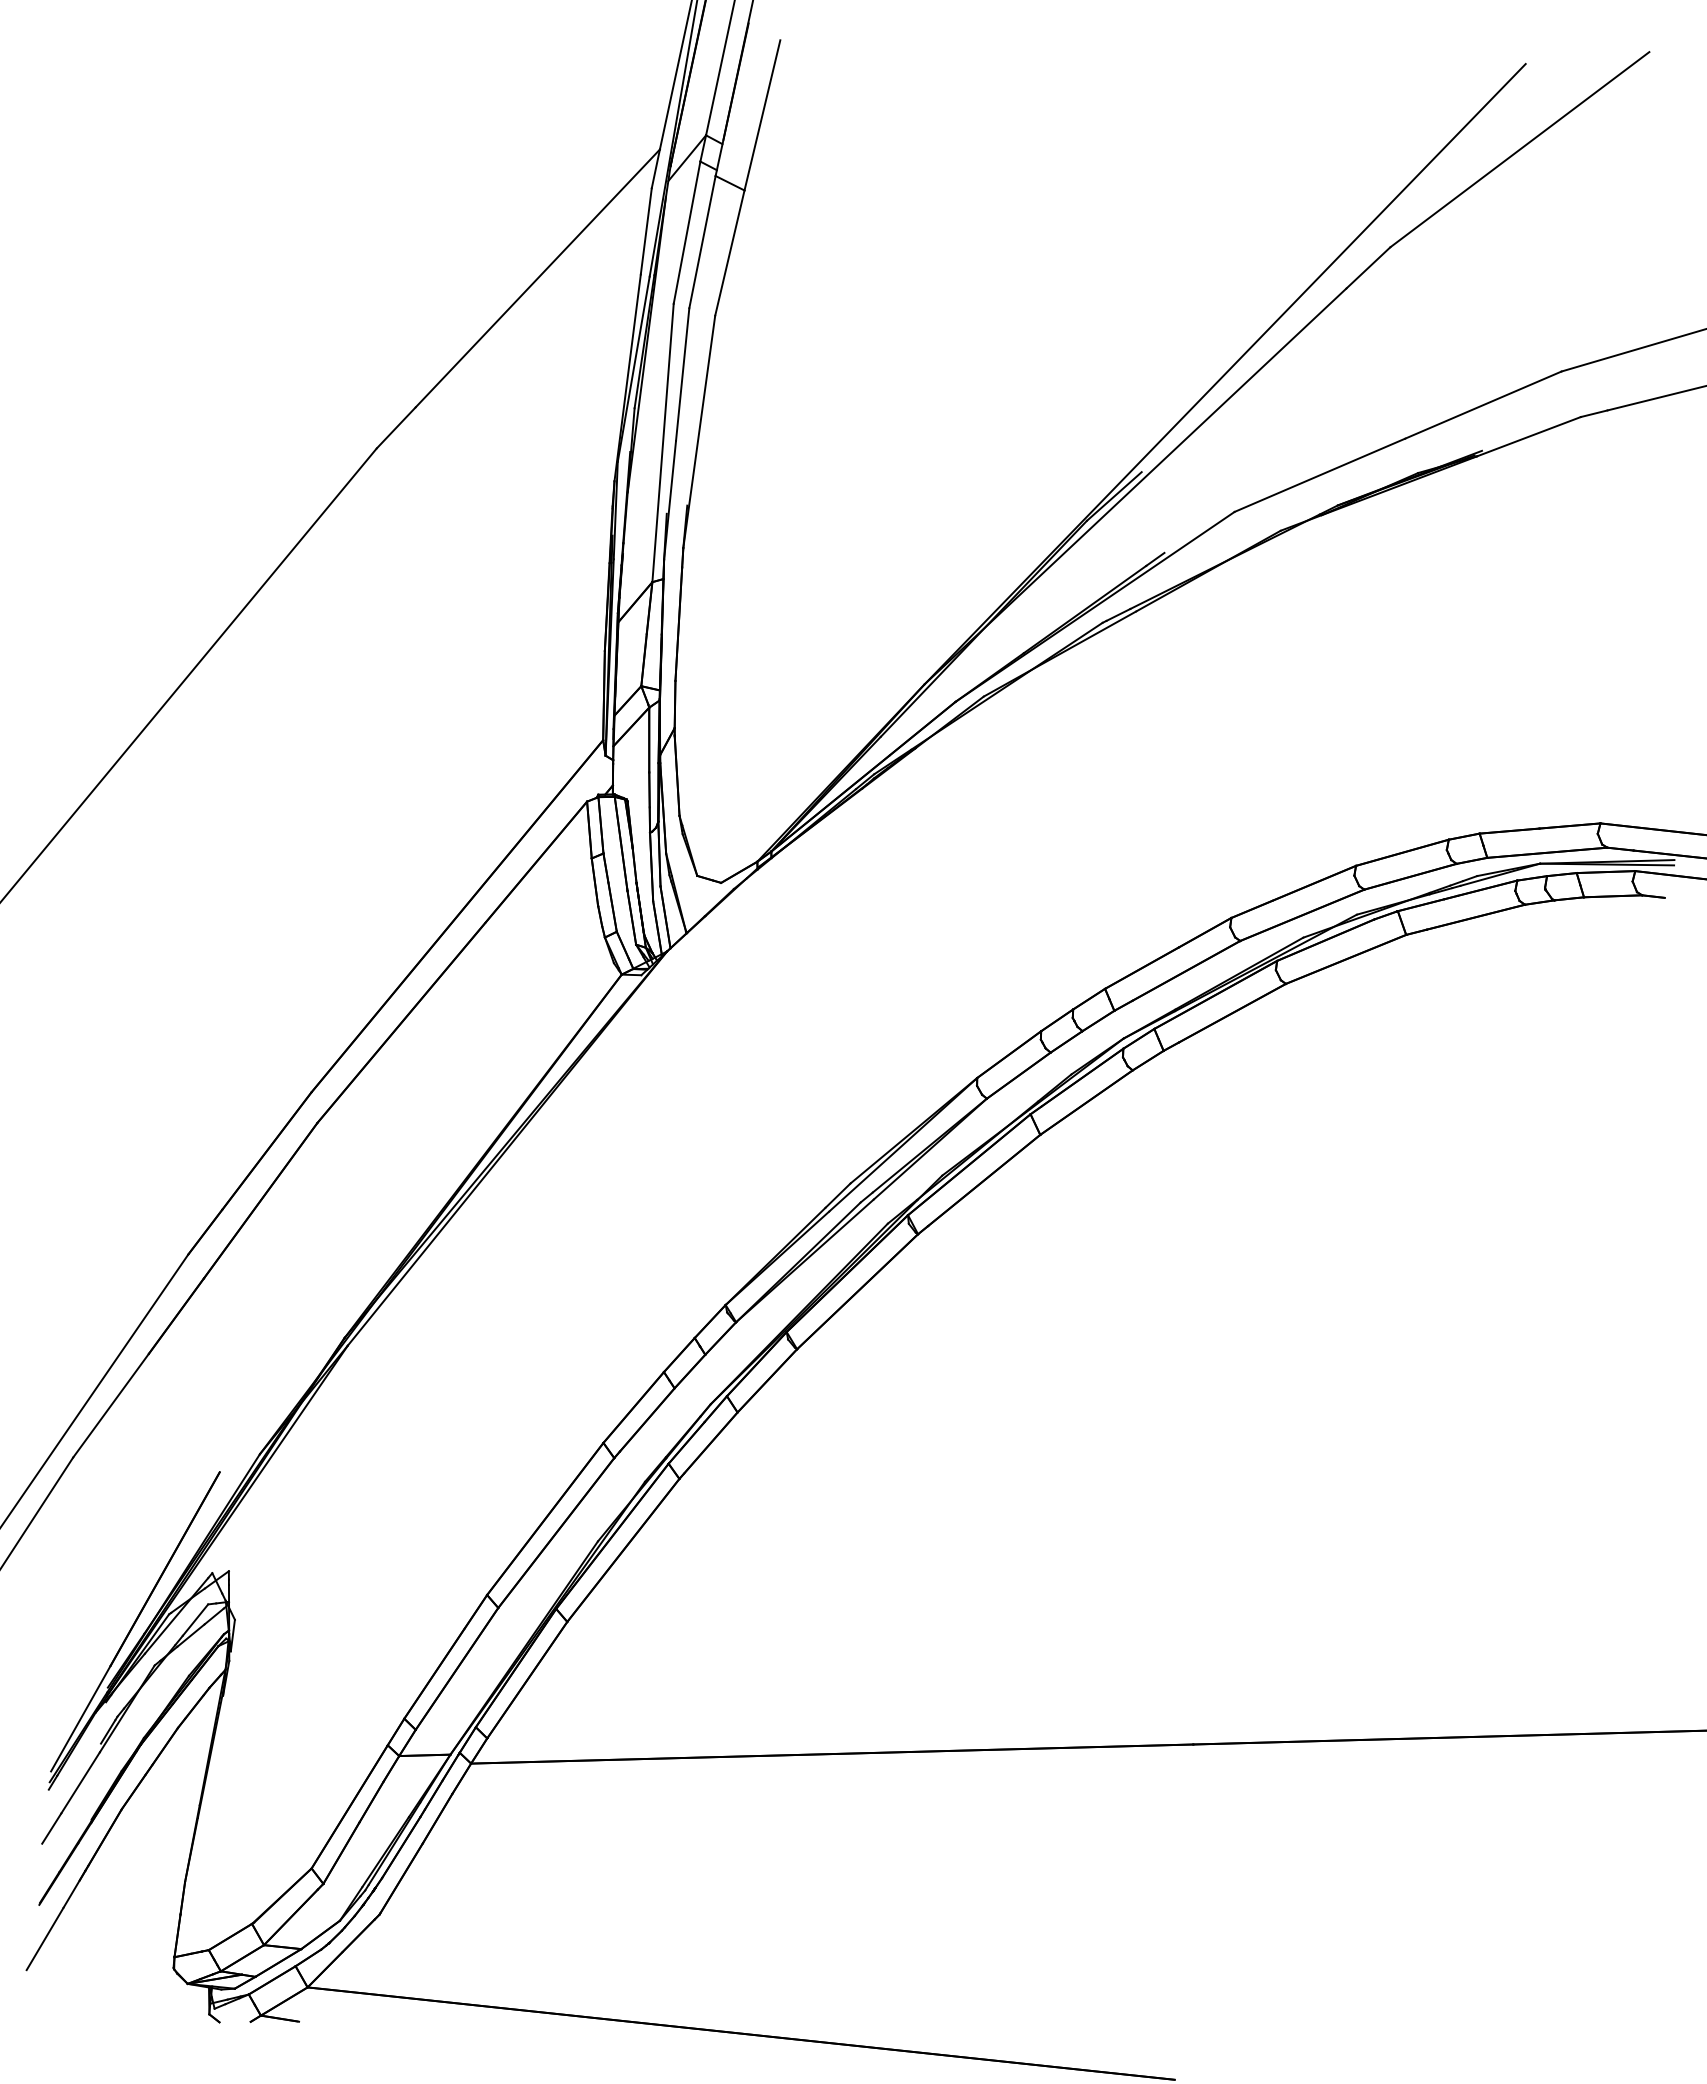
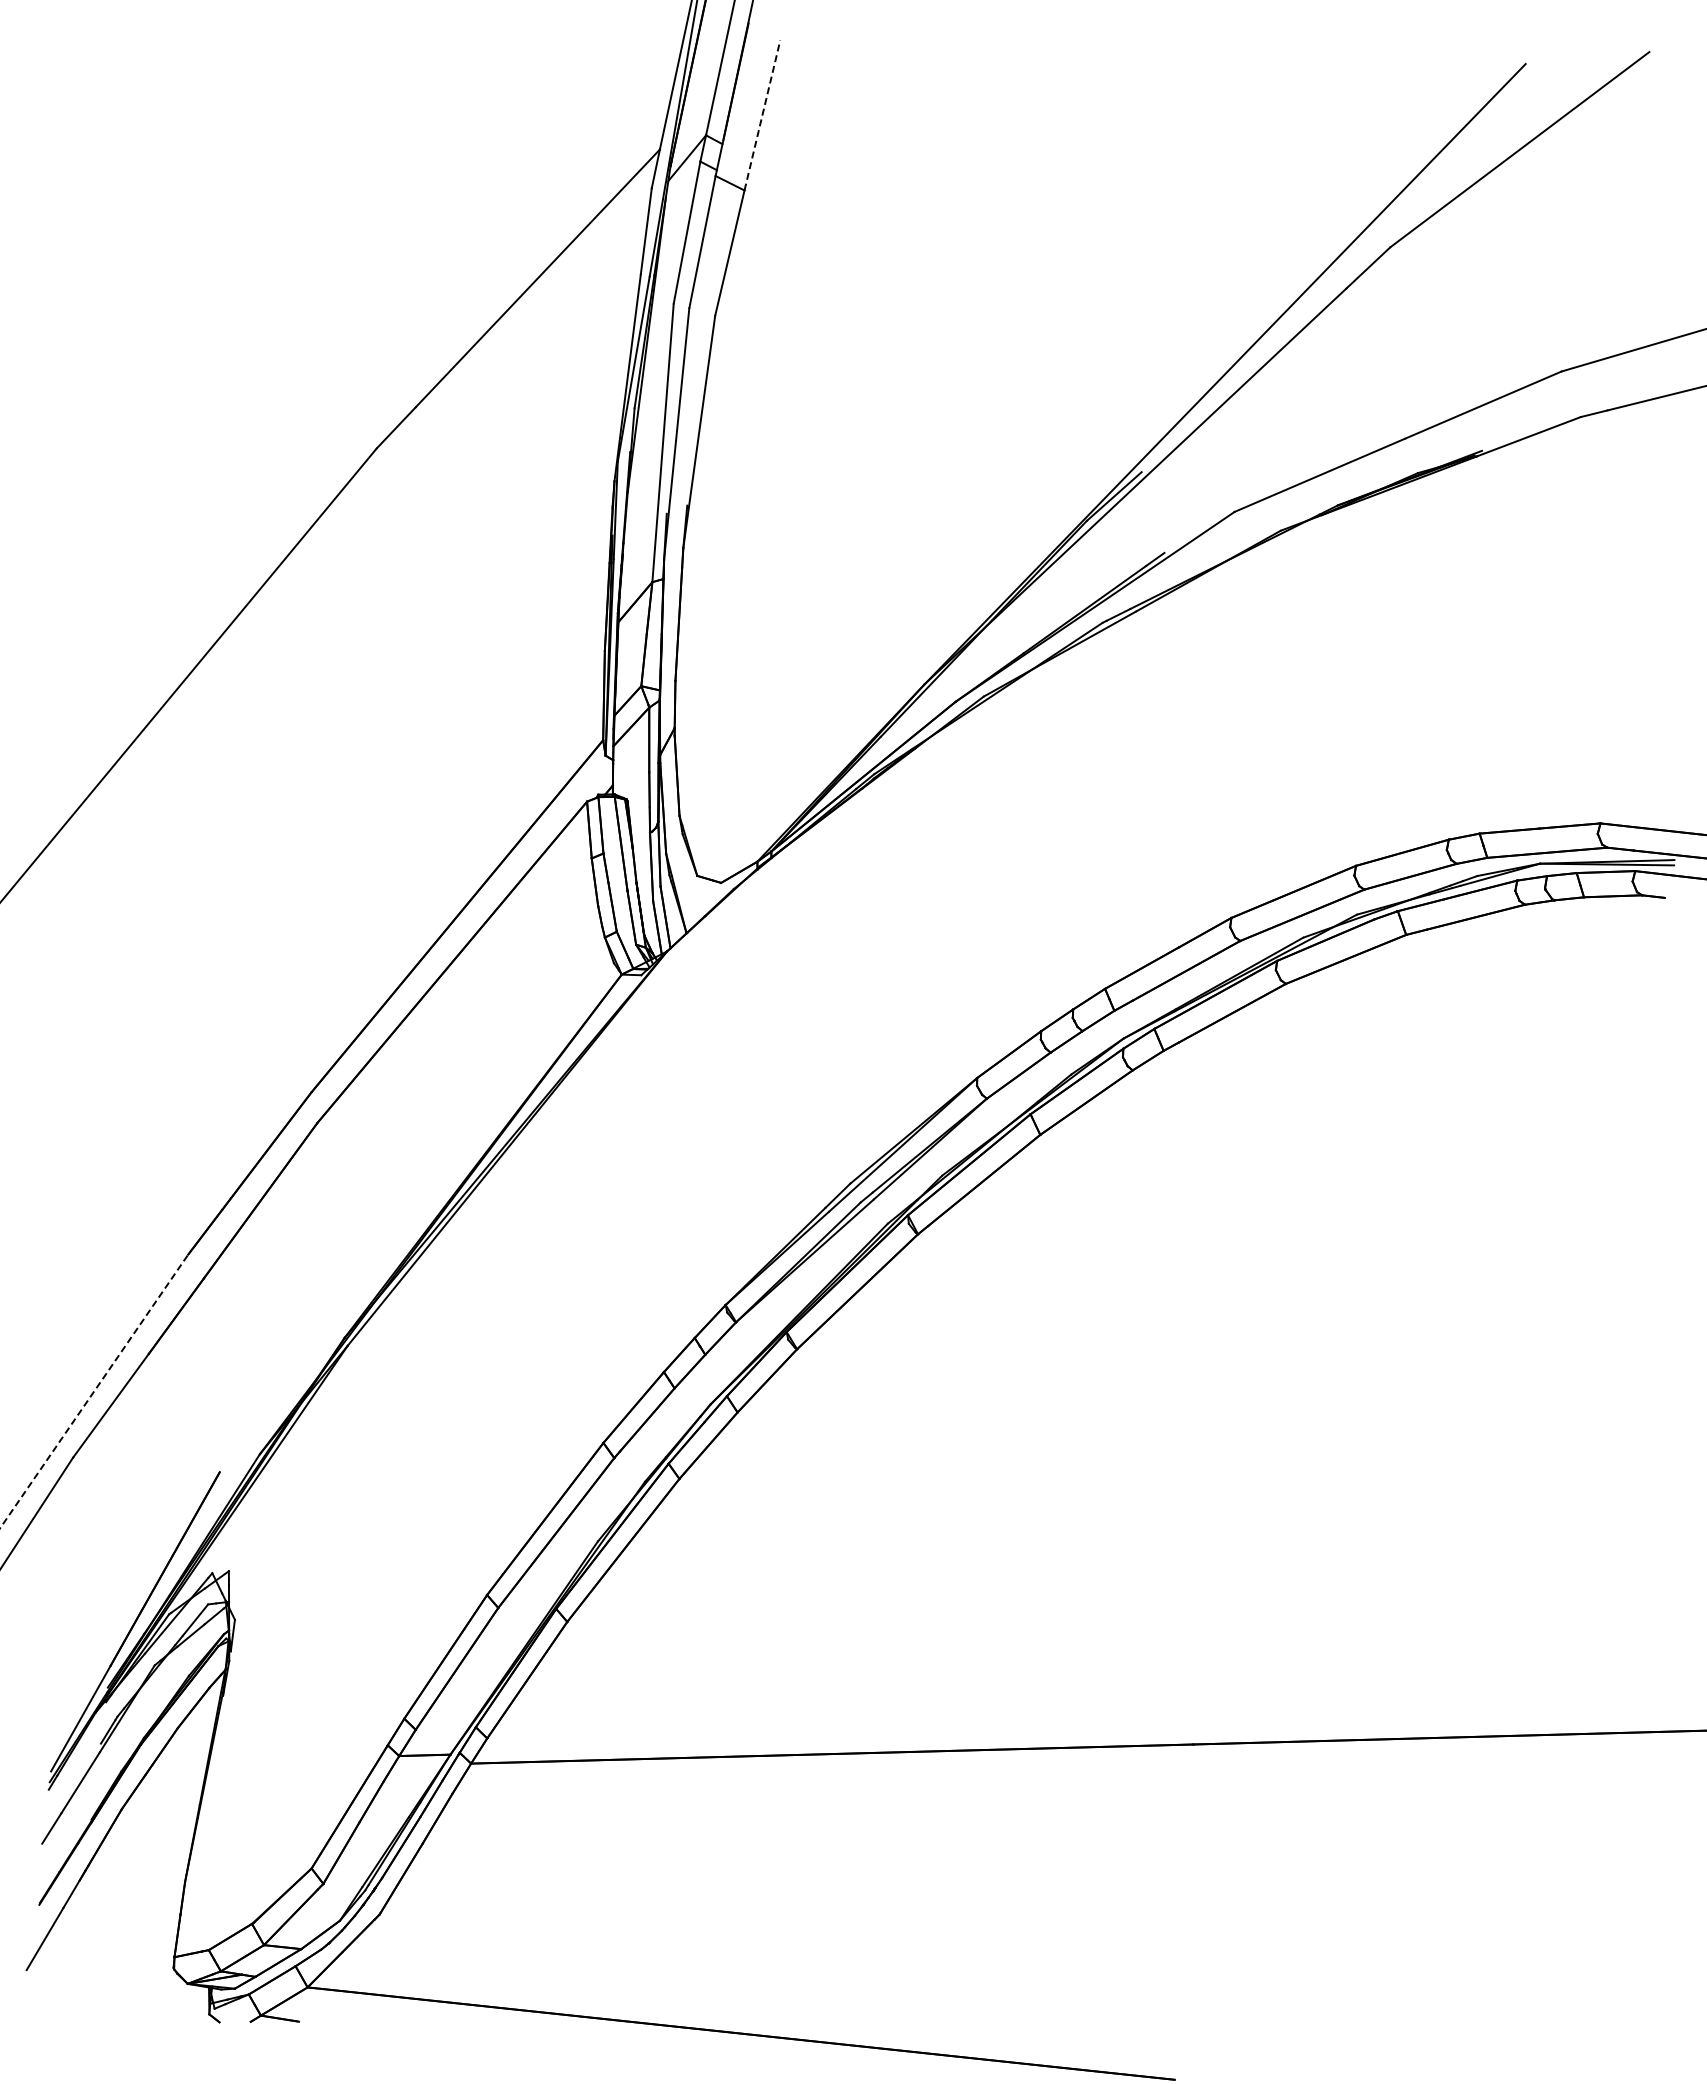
line at (762, 114): solid -> dashed
line at (94, 1390): solid -> dashed
